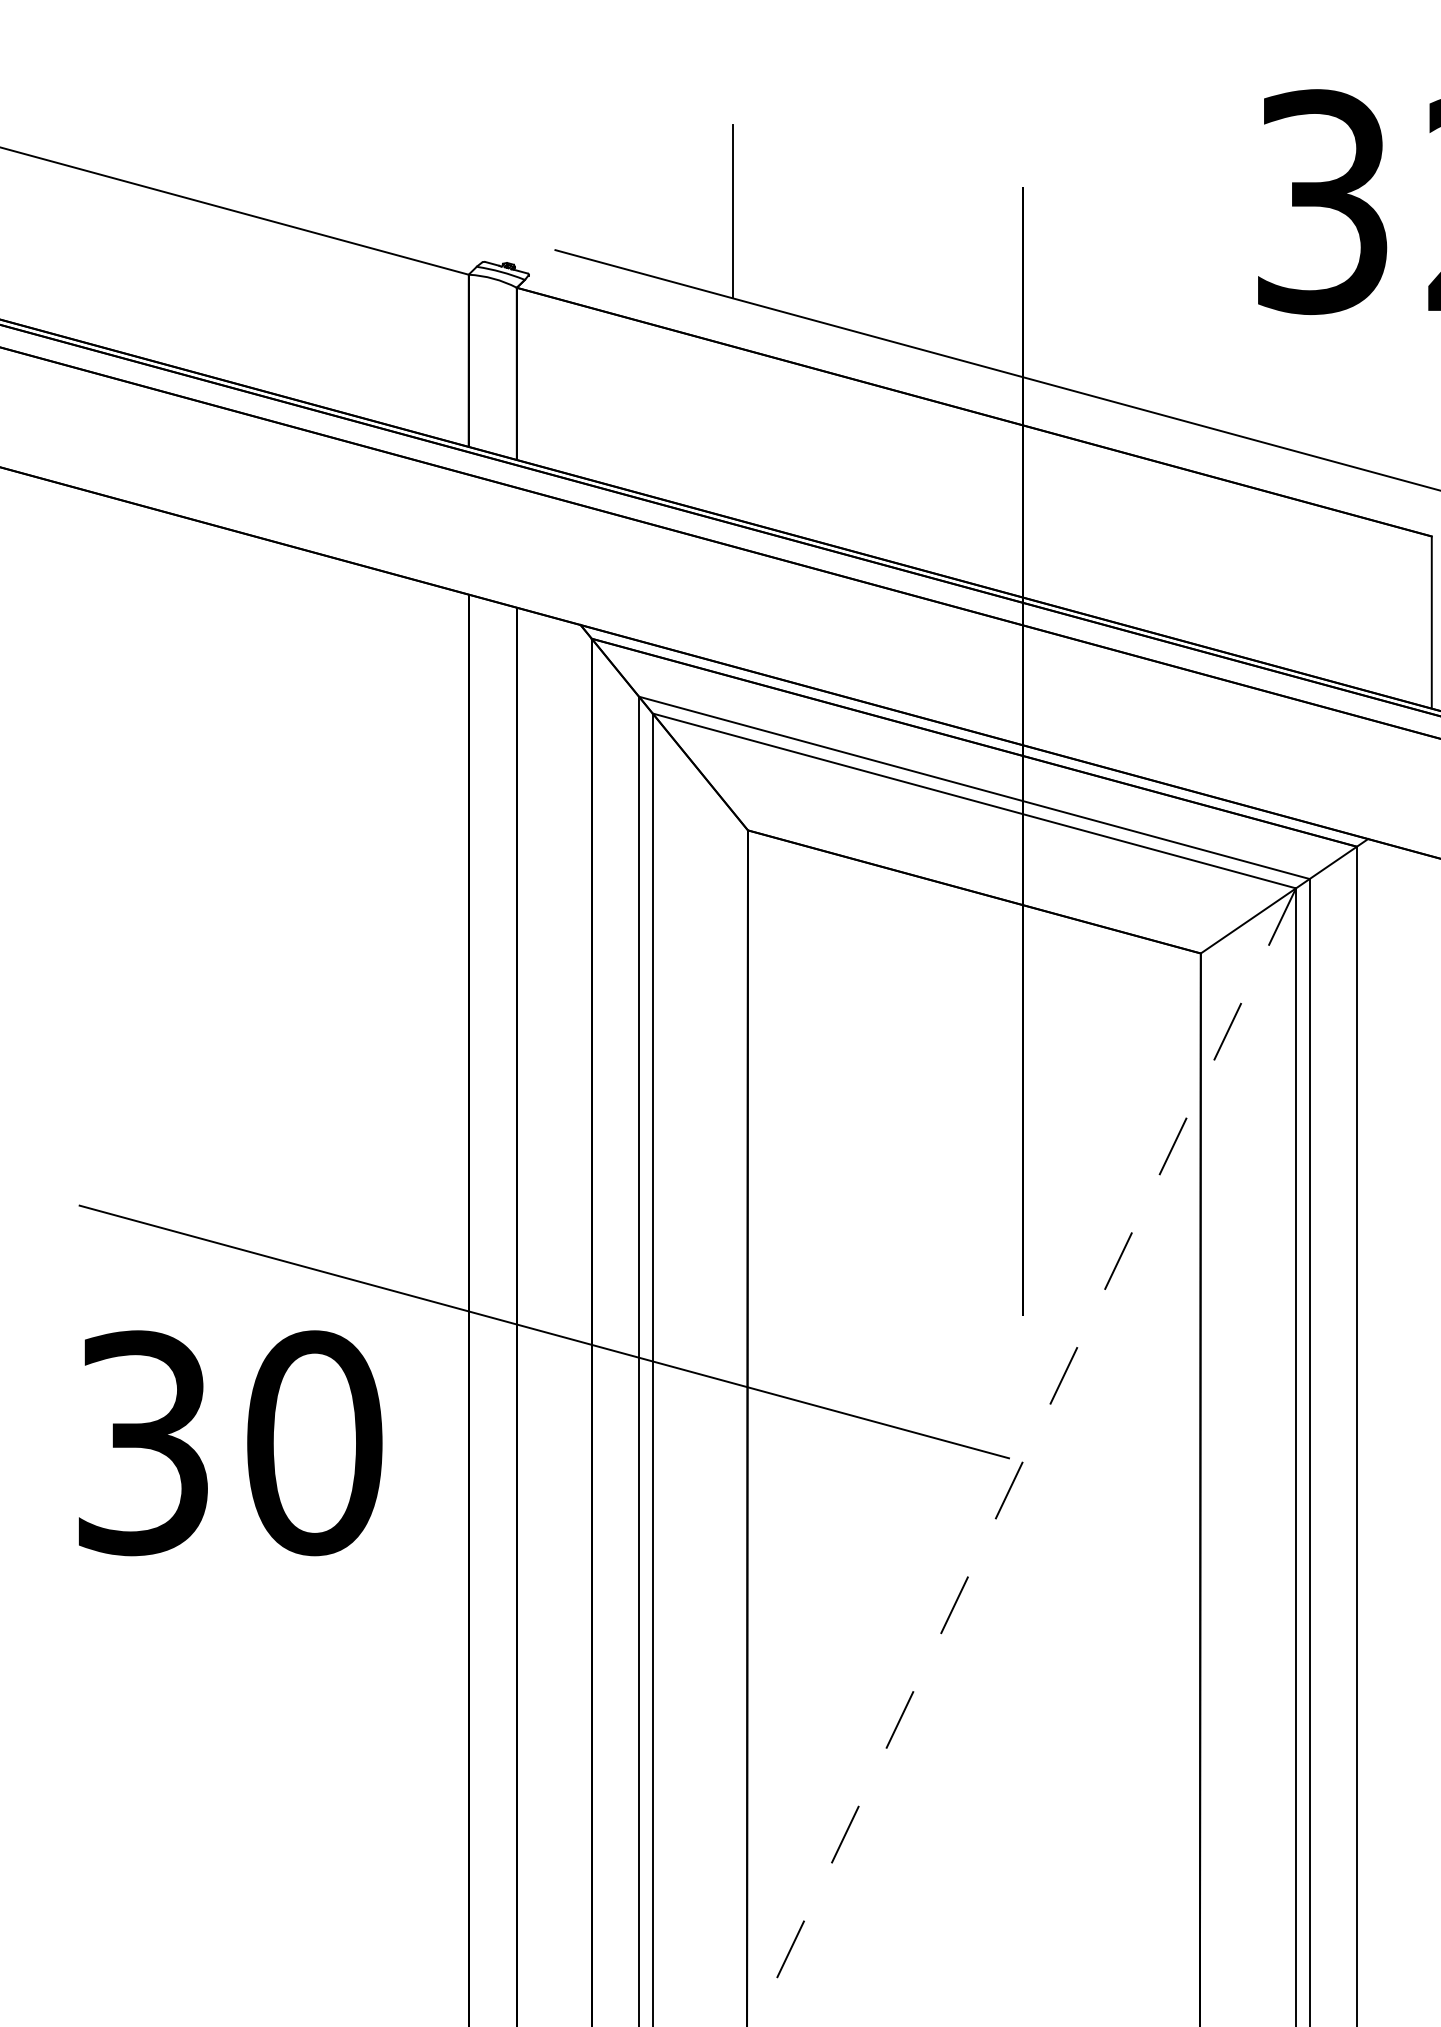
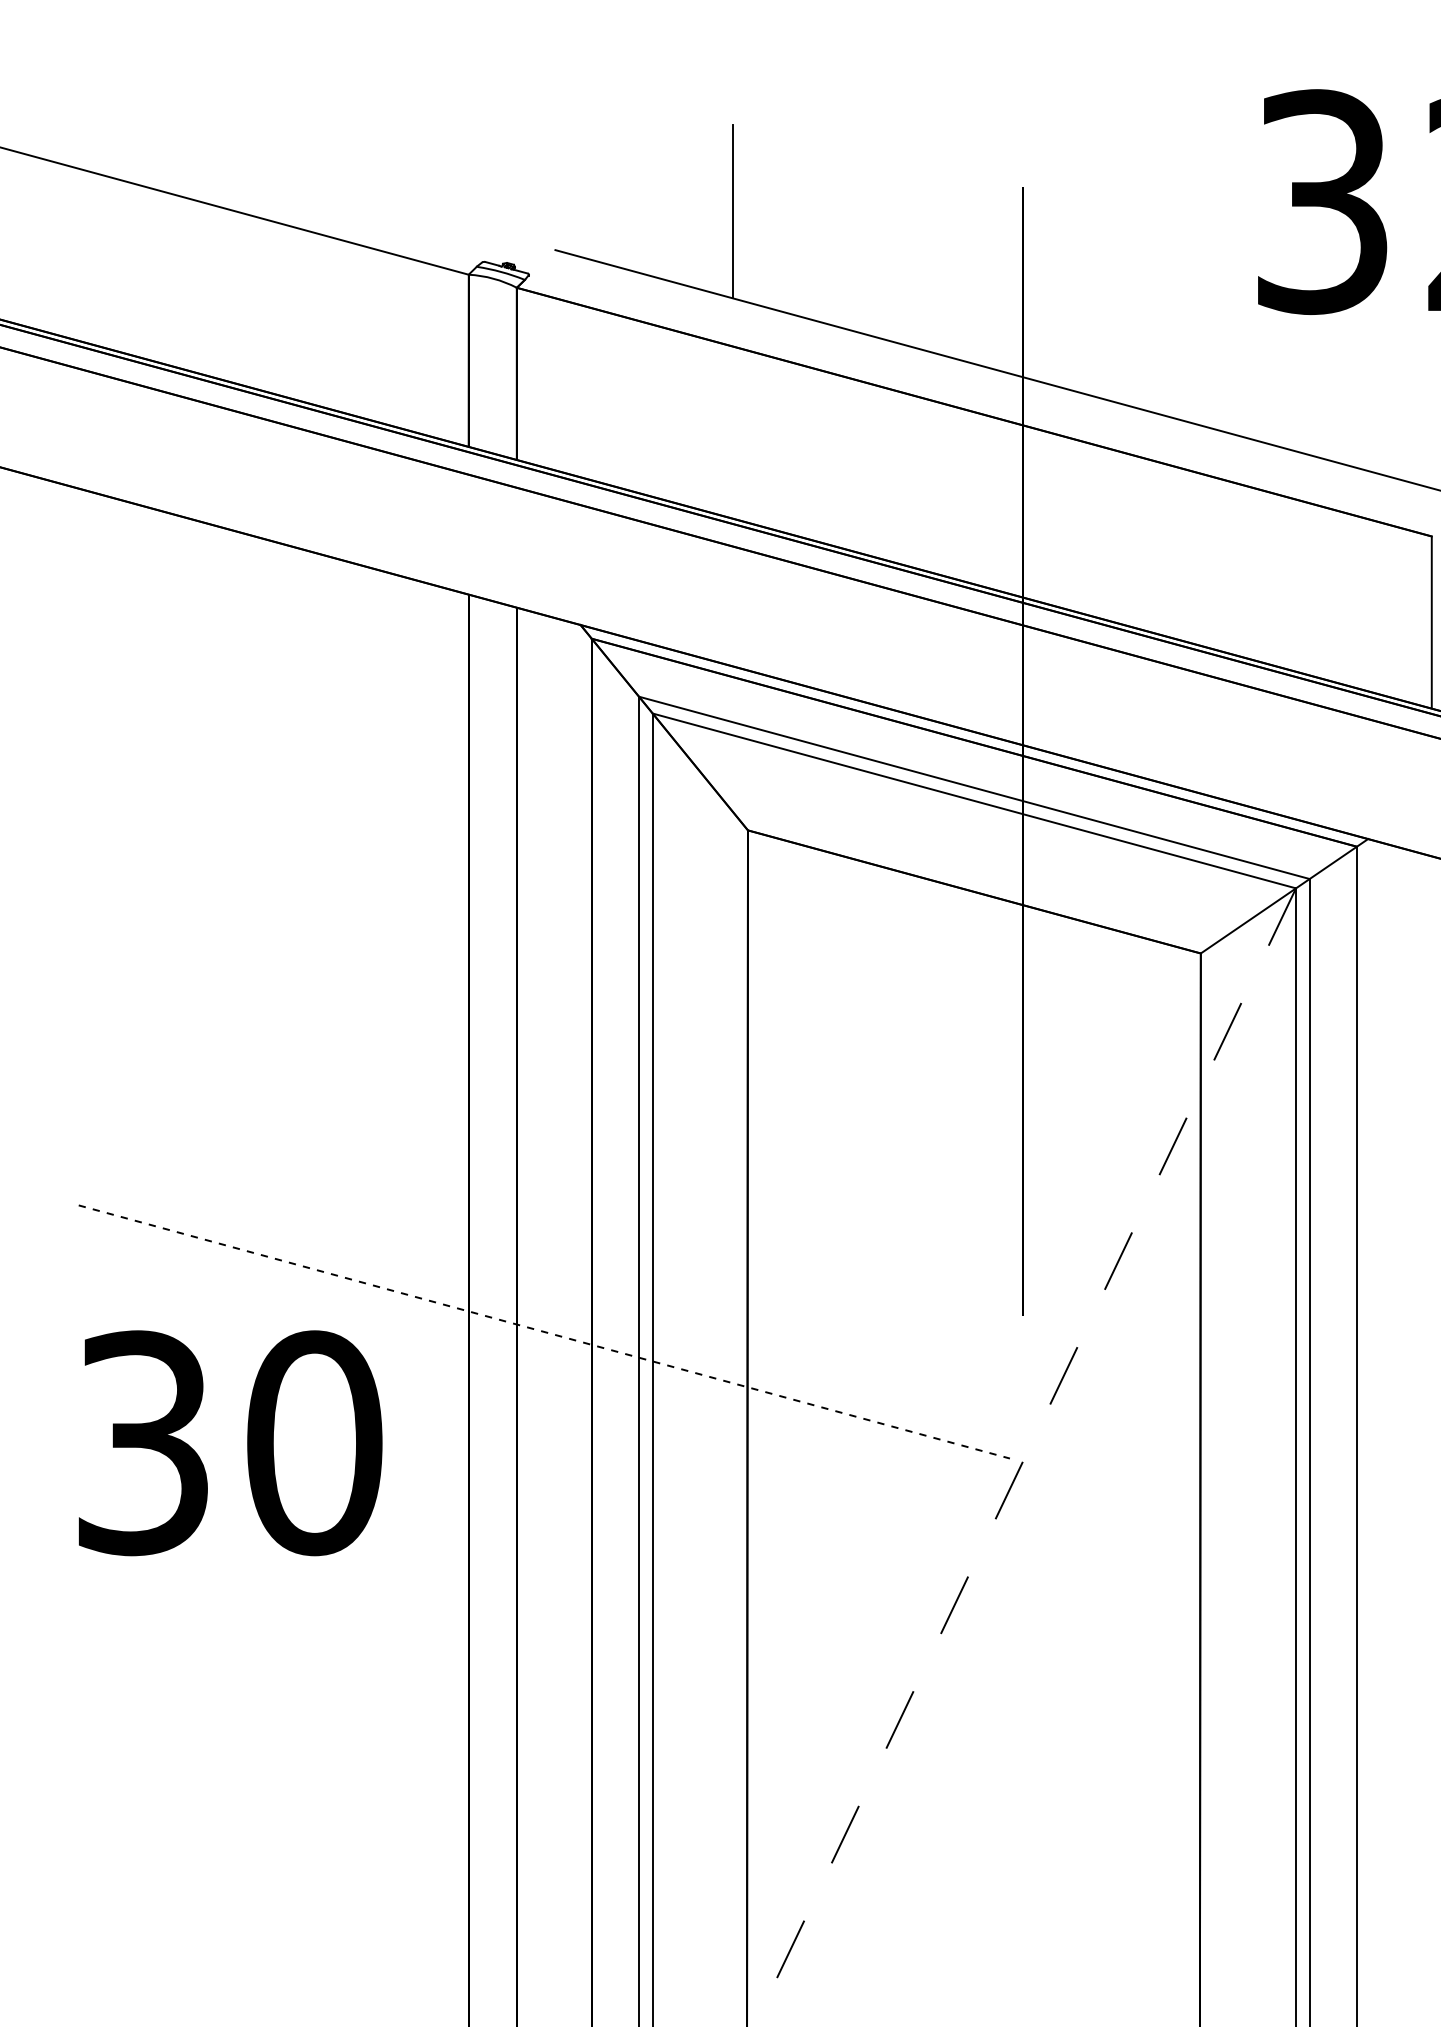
line at (544, 1332): solid -> dashed
